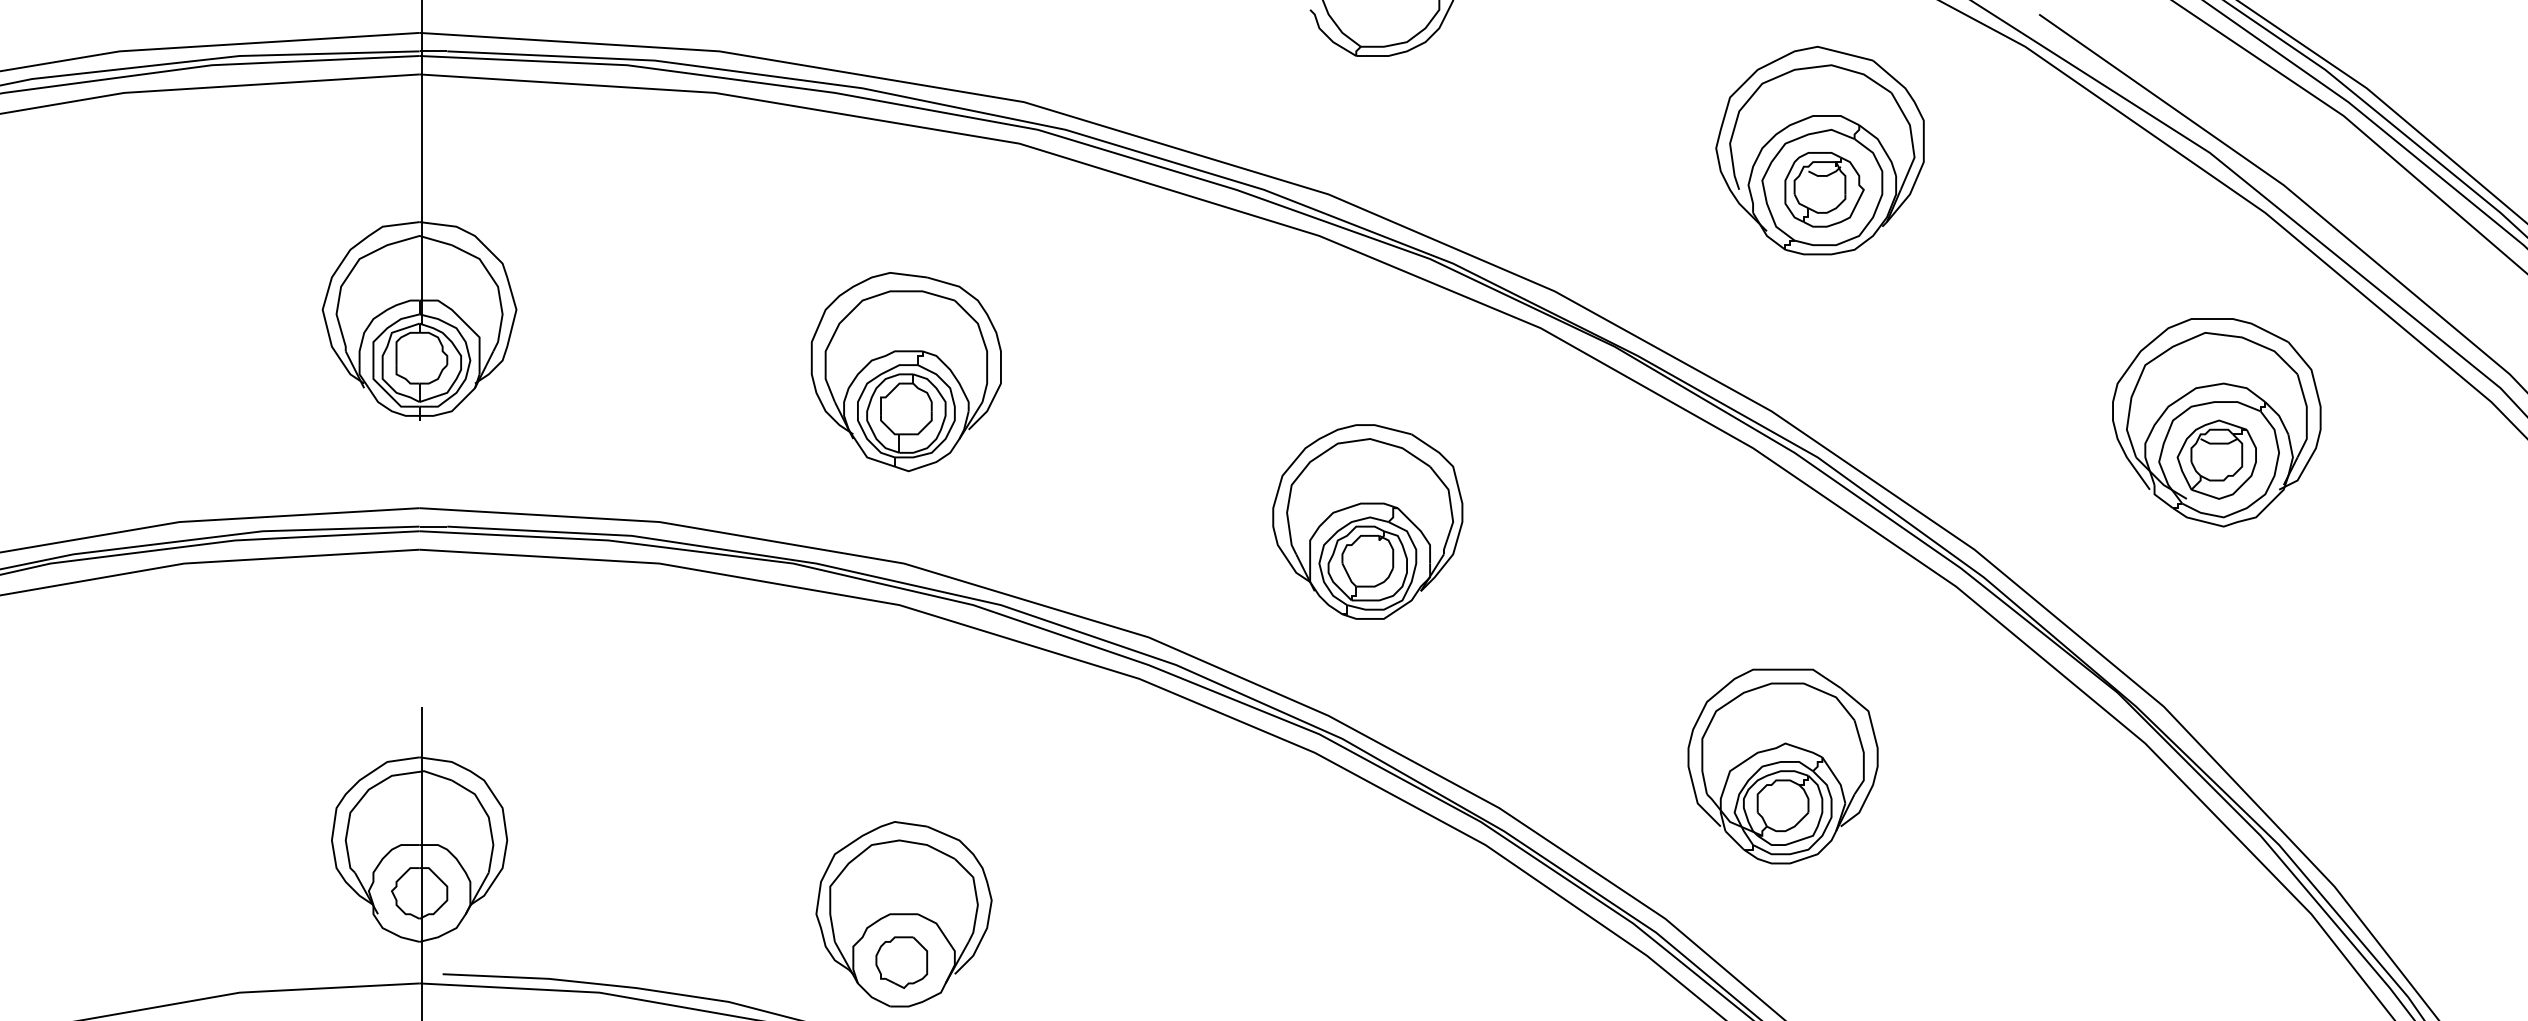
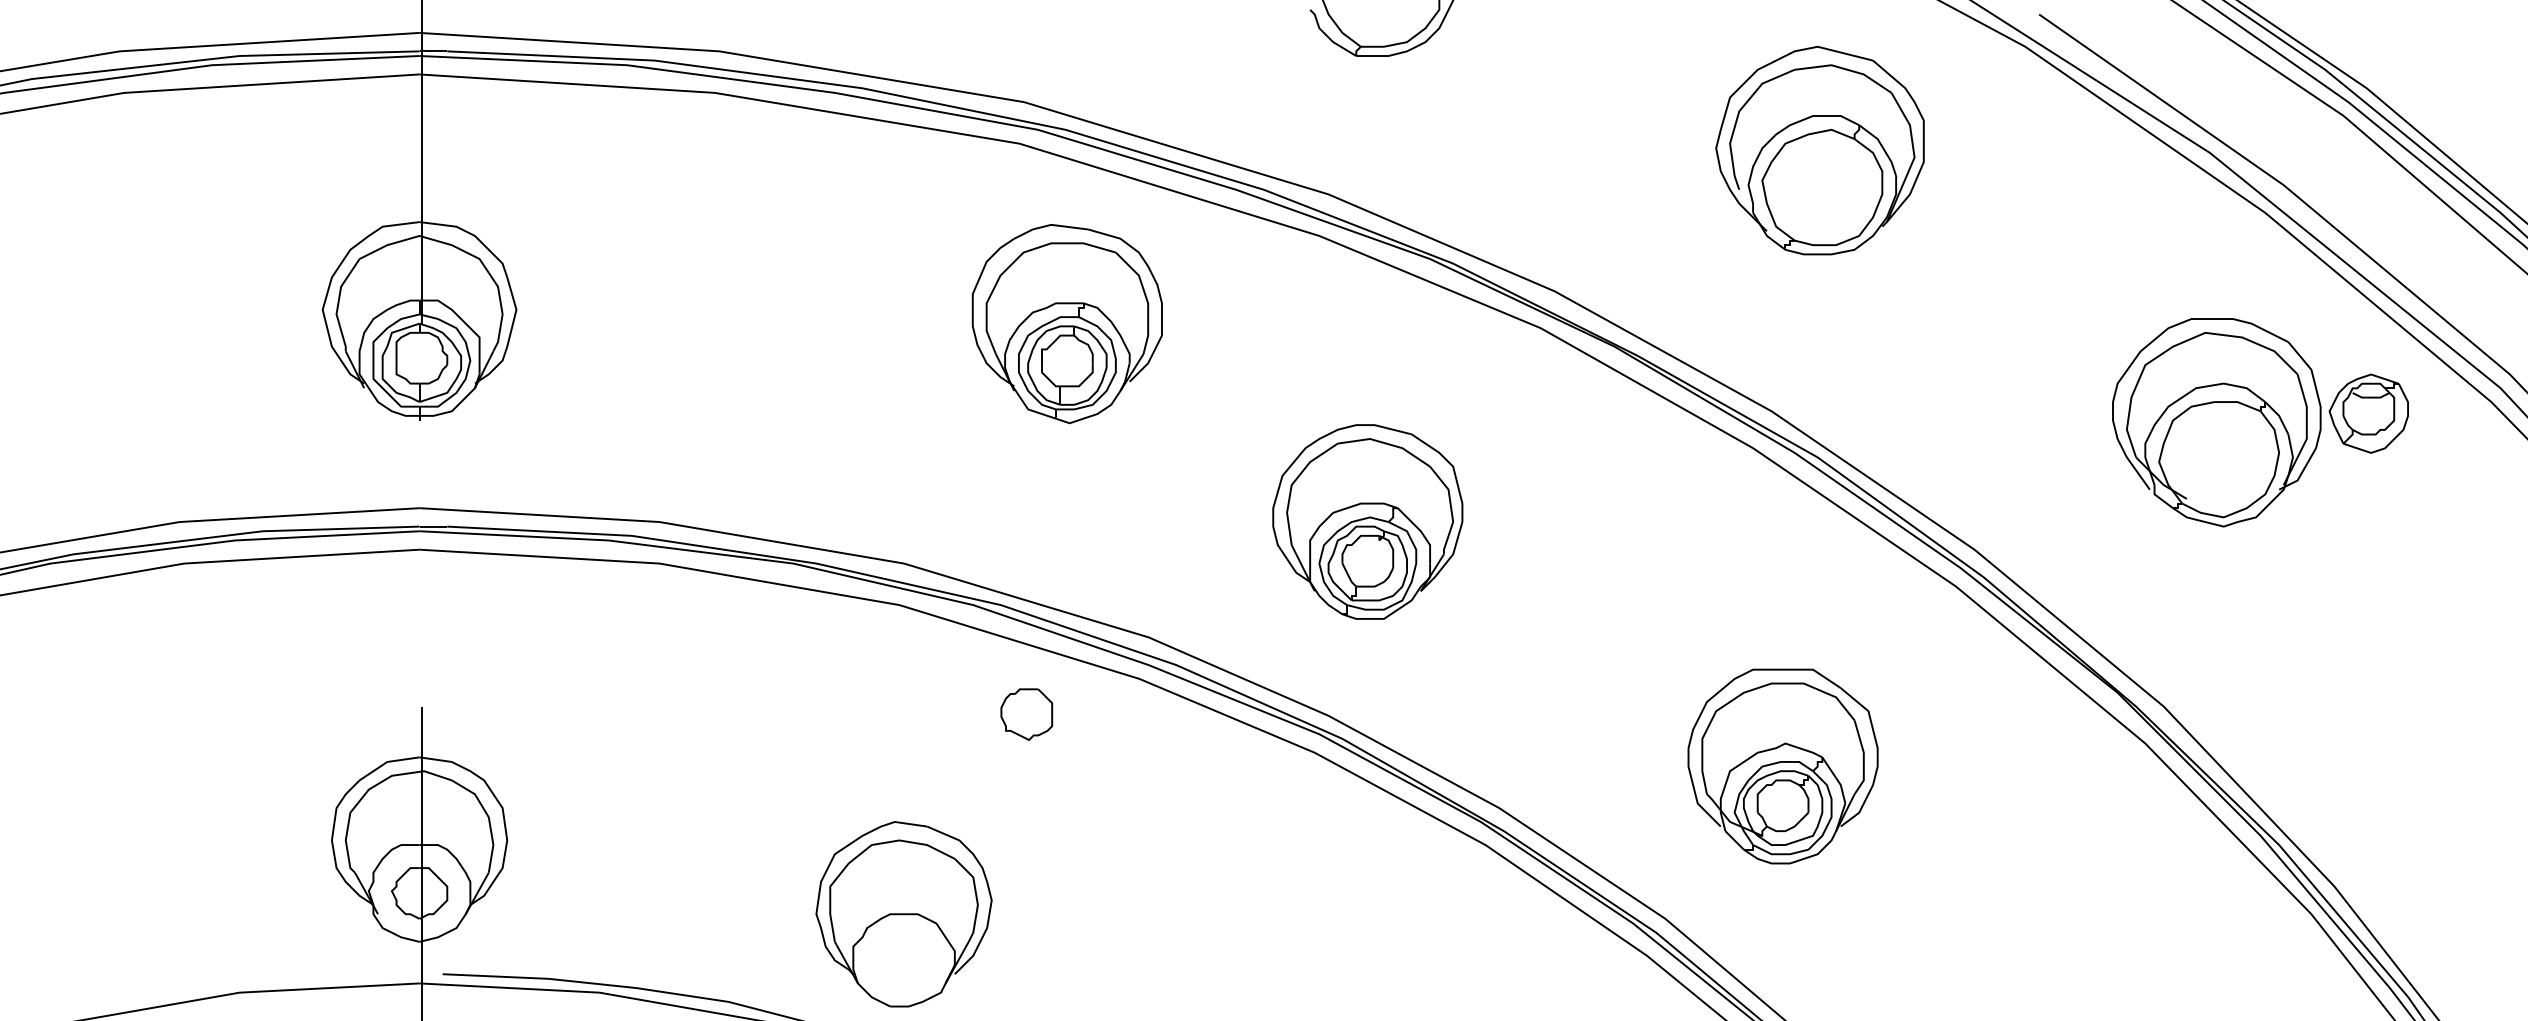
part at (1824, 189): present -> none
part at (905, 372) position: (905, 372) -> (1066, 324)
part at (2216, 459) position: (2216, 459) -> (2368, 413)
part at (901, 962) position: (901, 962) -> (1026, 714)
